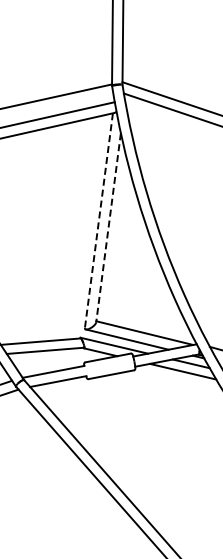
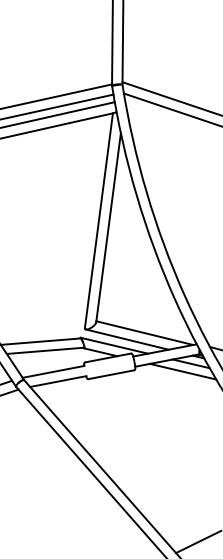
line at (57, 106): none -> present
line at (98, 221): dashed -> solid
line at (108, 228): dashed -> solid
line at (197, 542): none -> present
